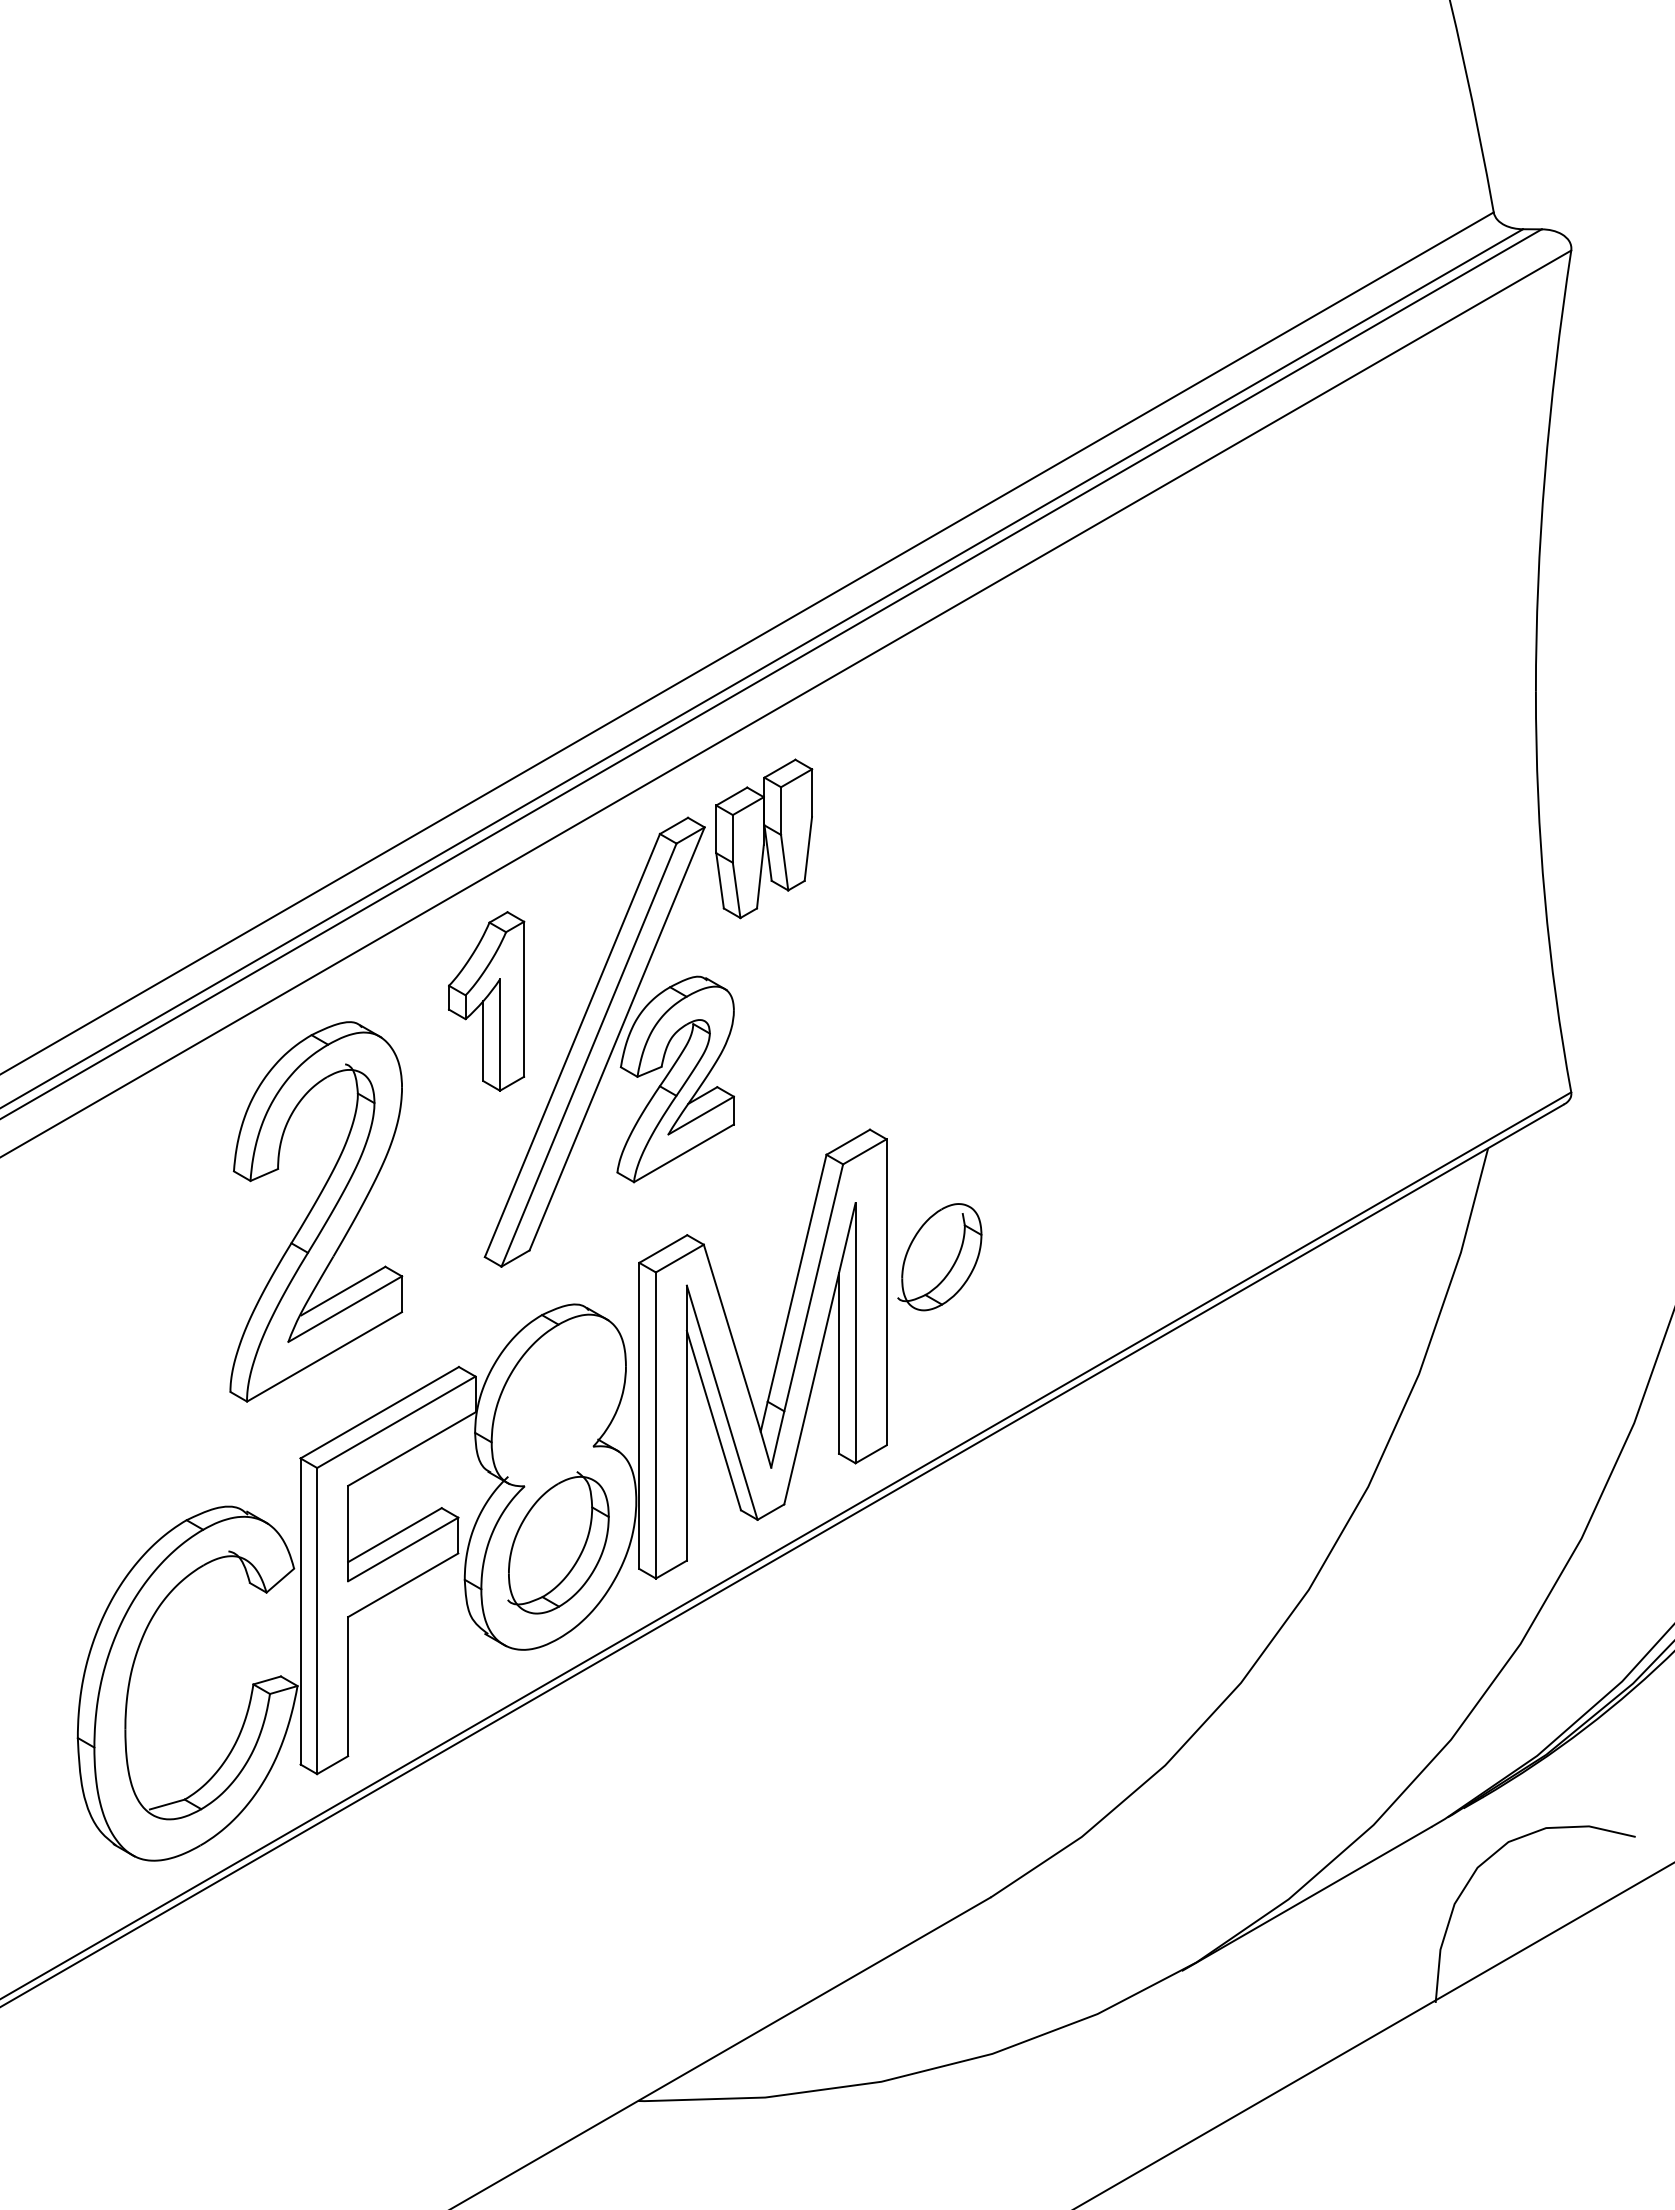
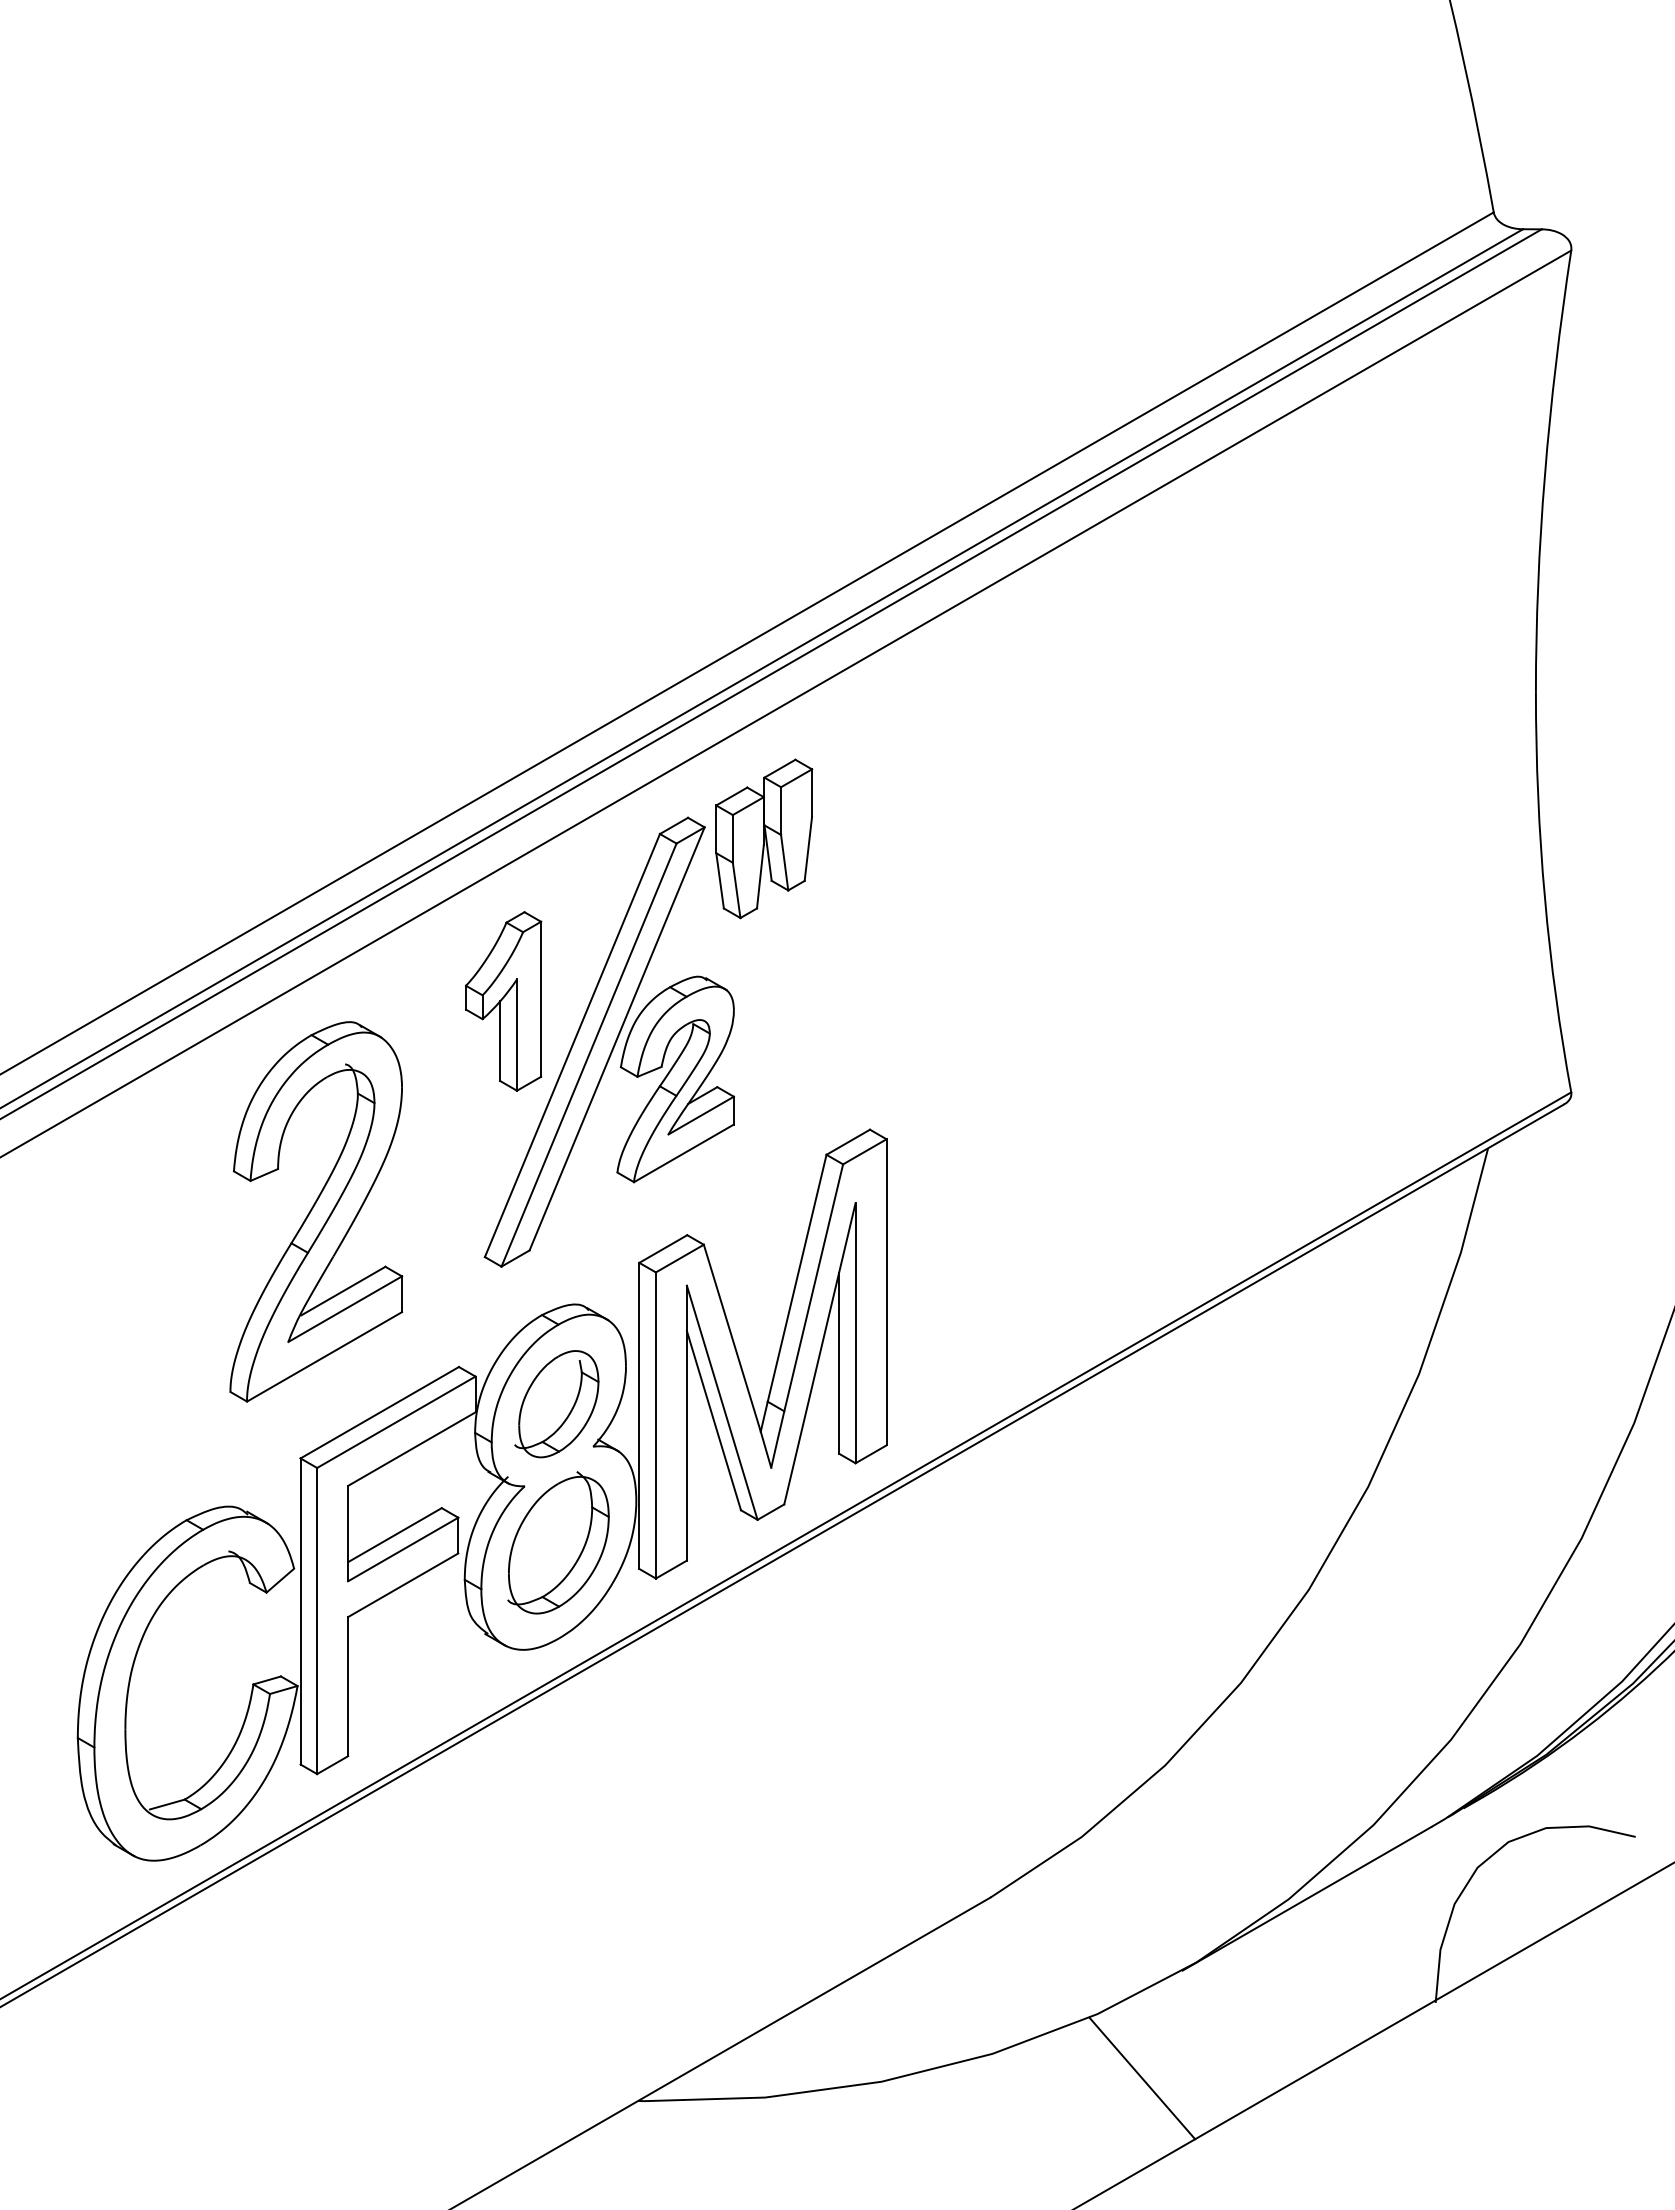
part at (486, 1001) position: (486, 1001) -> (503, 1001)
part at (939, 1257) position: (939, 1257) -> (556, 1404)
line at (1142, 2078): none -> present
